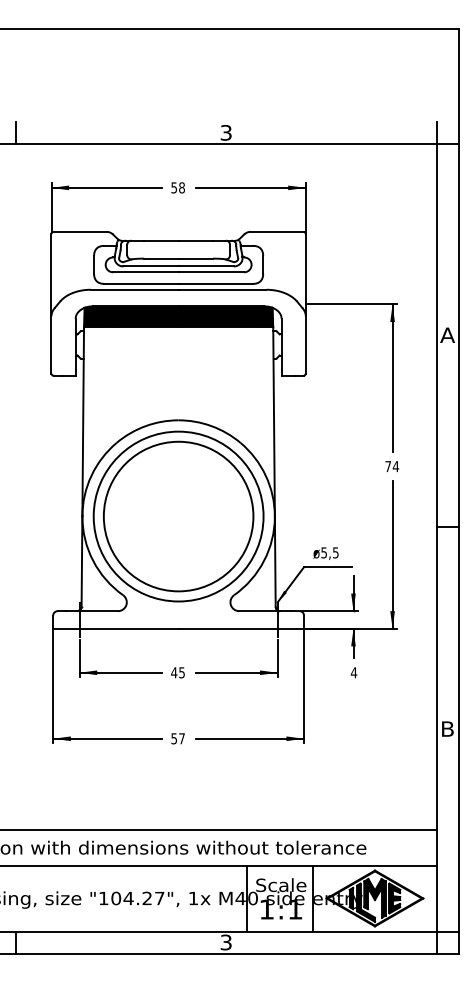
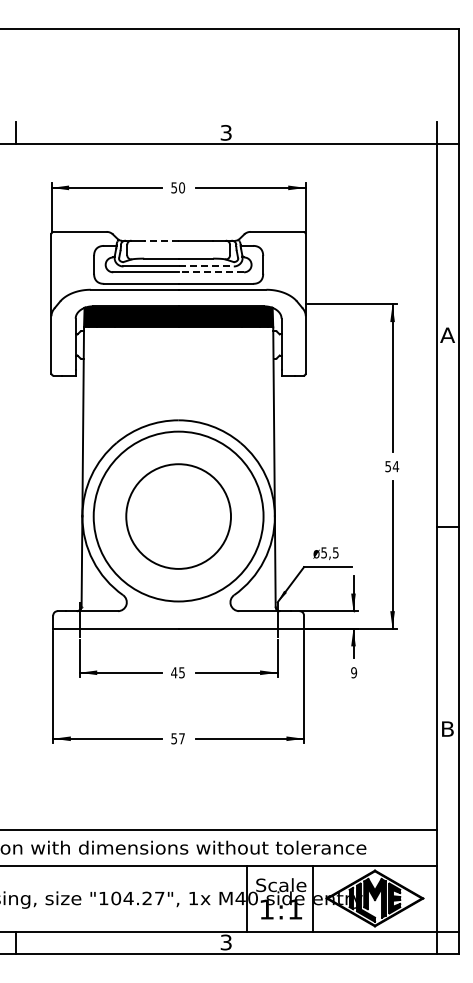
text at (182, 187): 58 -> 50
line at (160, 240): solid -> dashed
line at (206, 266): solid -> dashed
line at (211, 272): solid -> dashed
text at (387, 466): 74 -> 54
circle at (178, 516) diameter: 150 px -> 105 px
text at (353, 672): 4 -> 9
